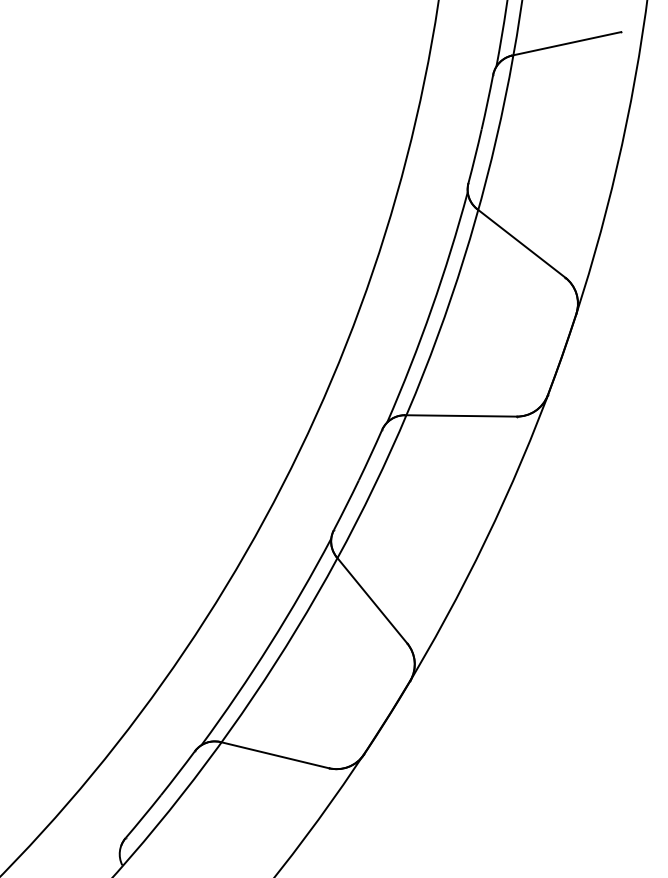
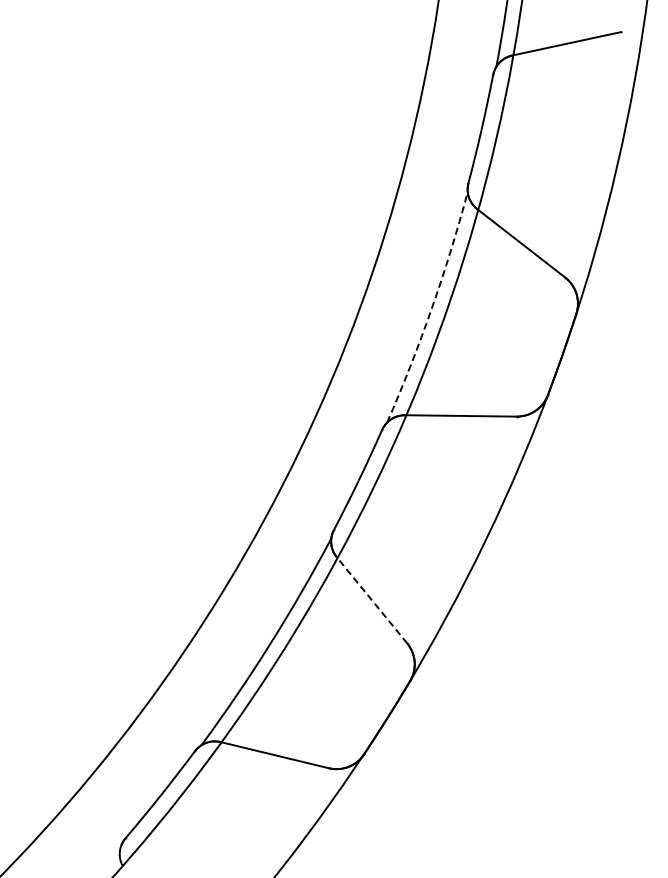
arc at (431, 308): solid -> dashed
line at (372, 600): solid -> dashed
